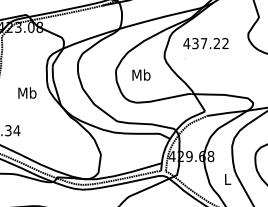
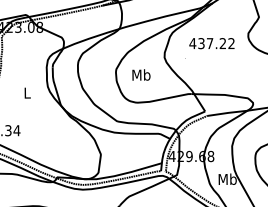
text at (205, 43) position: (205, 43) -> (211, 43)
text at (27, 92): Mb -> L
text at (227, 178): L -> Mb
